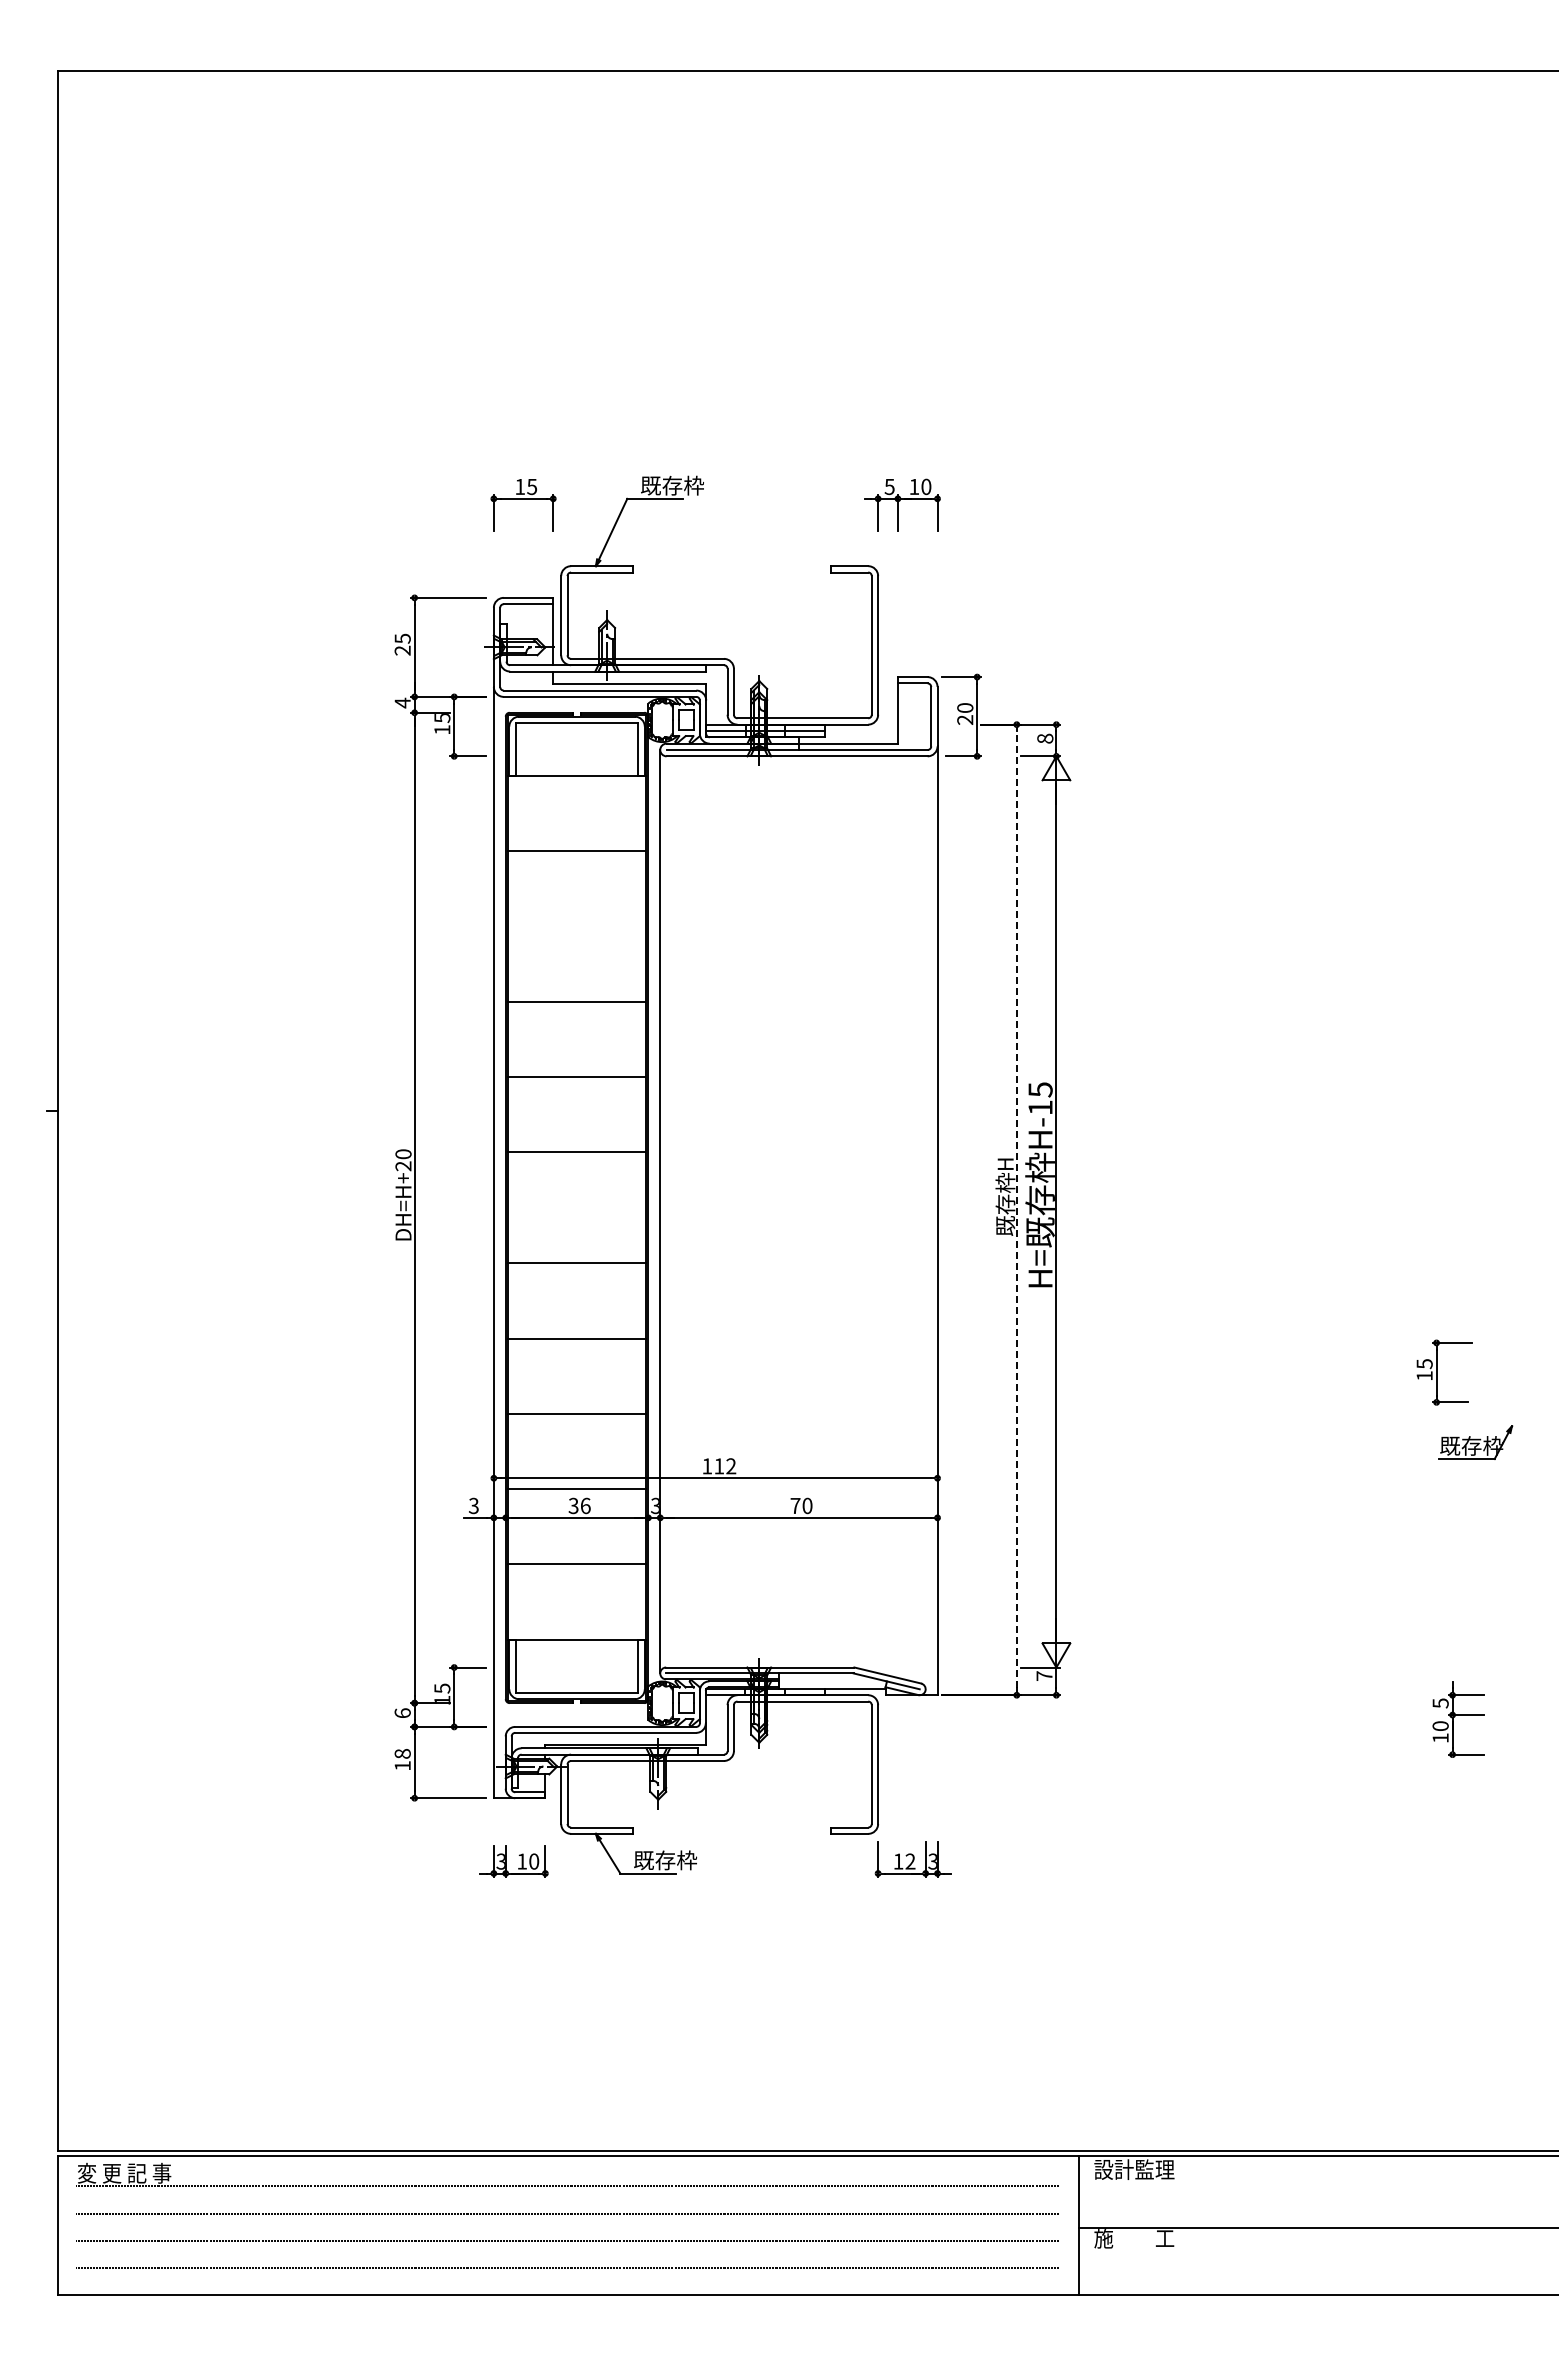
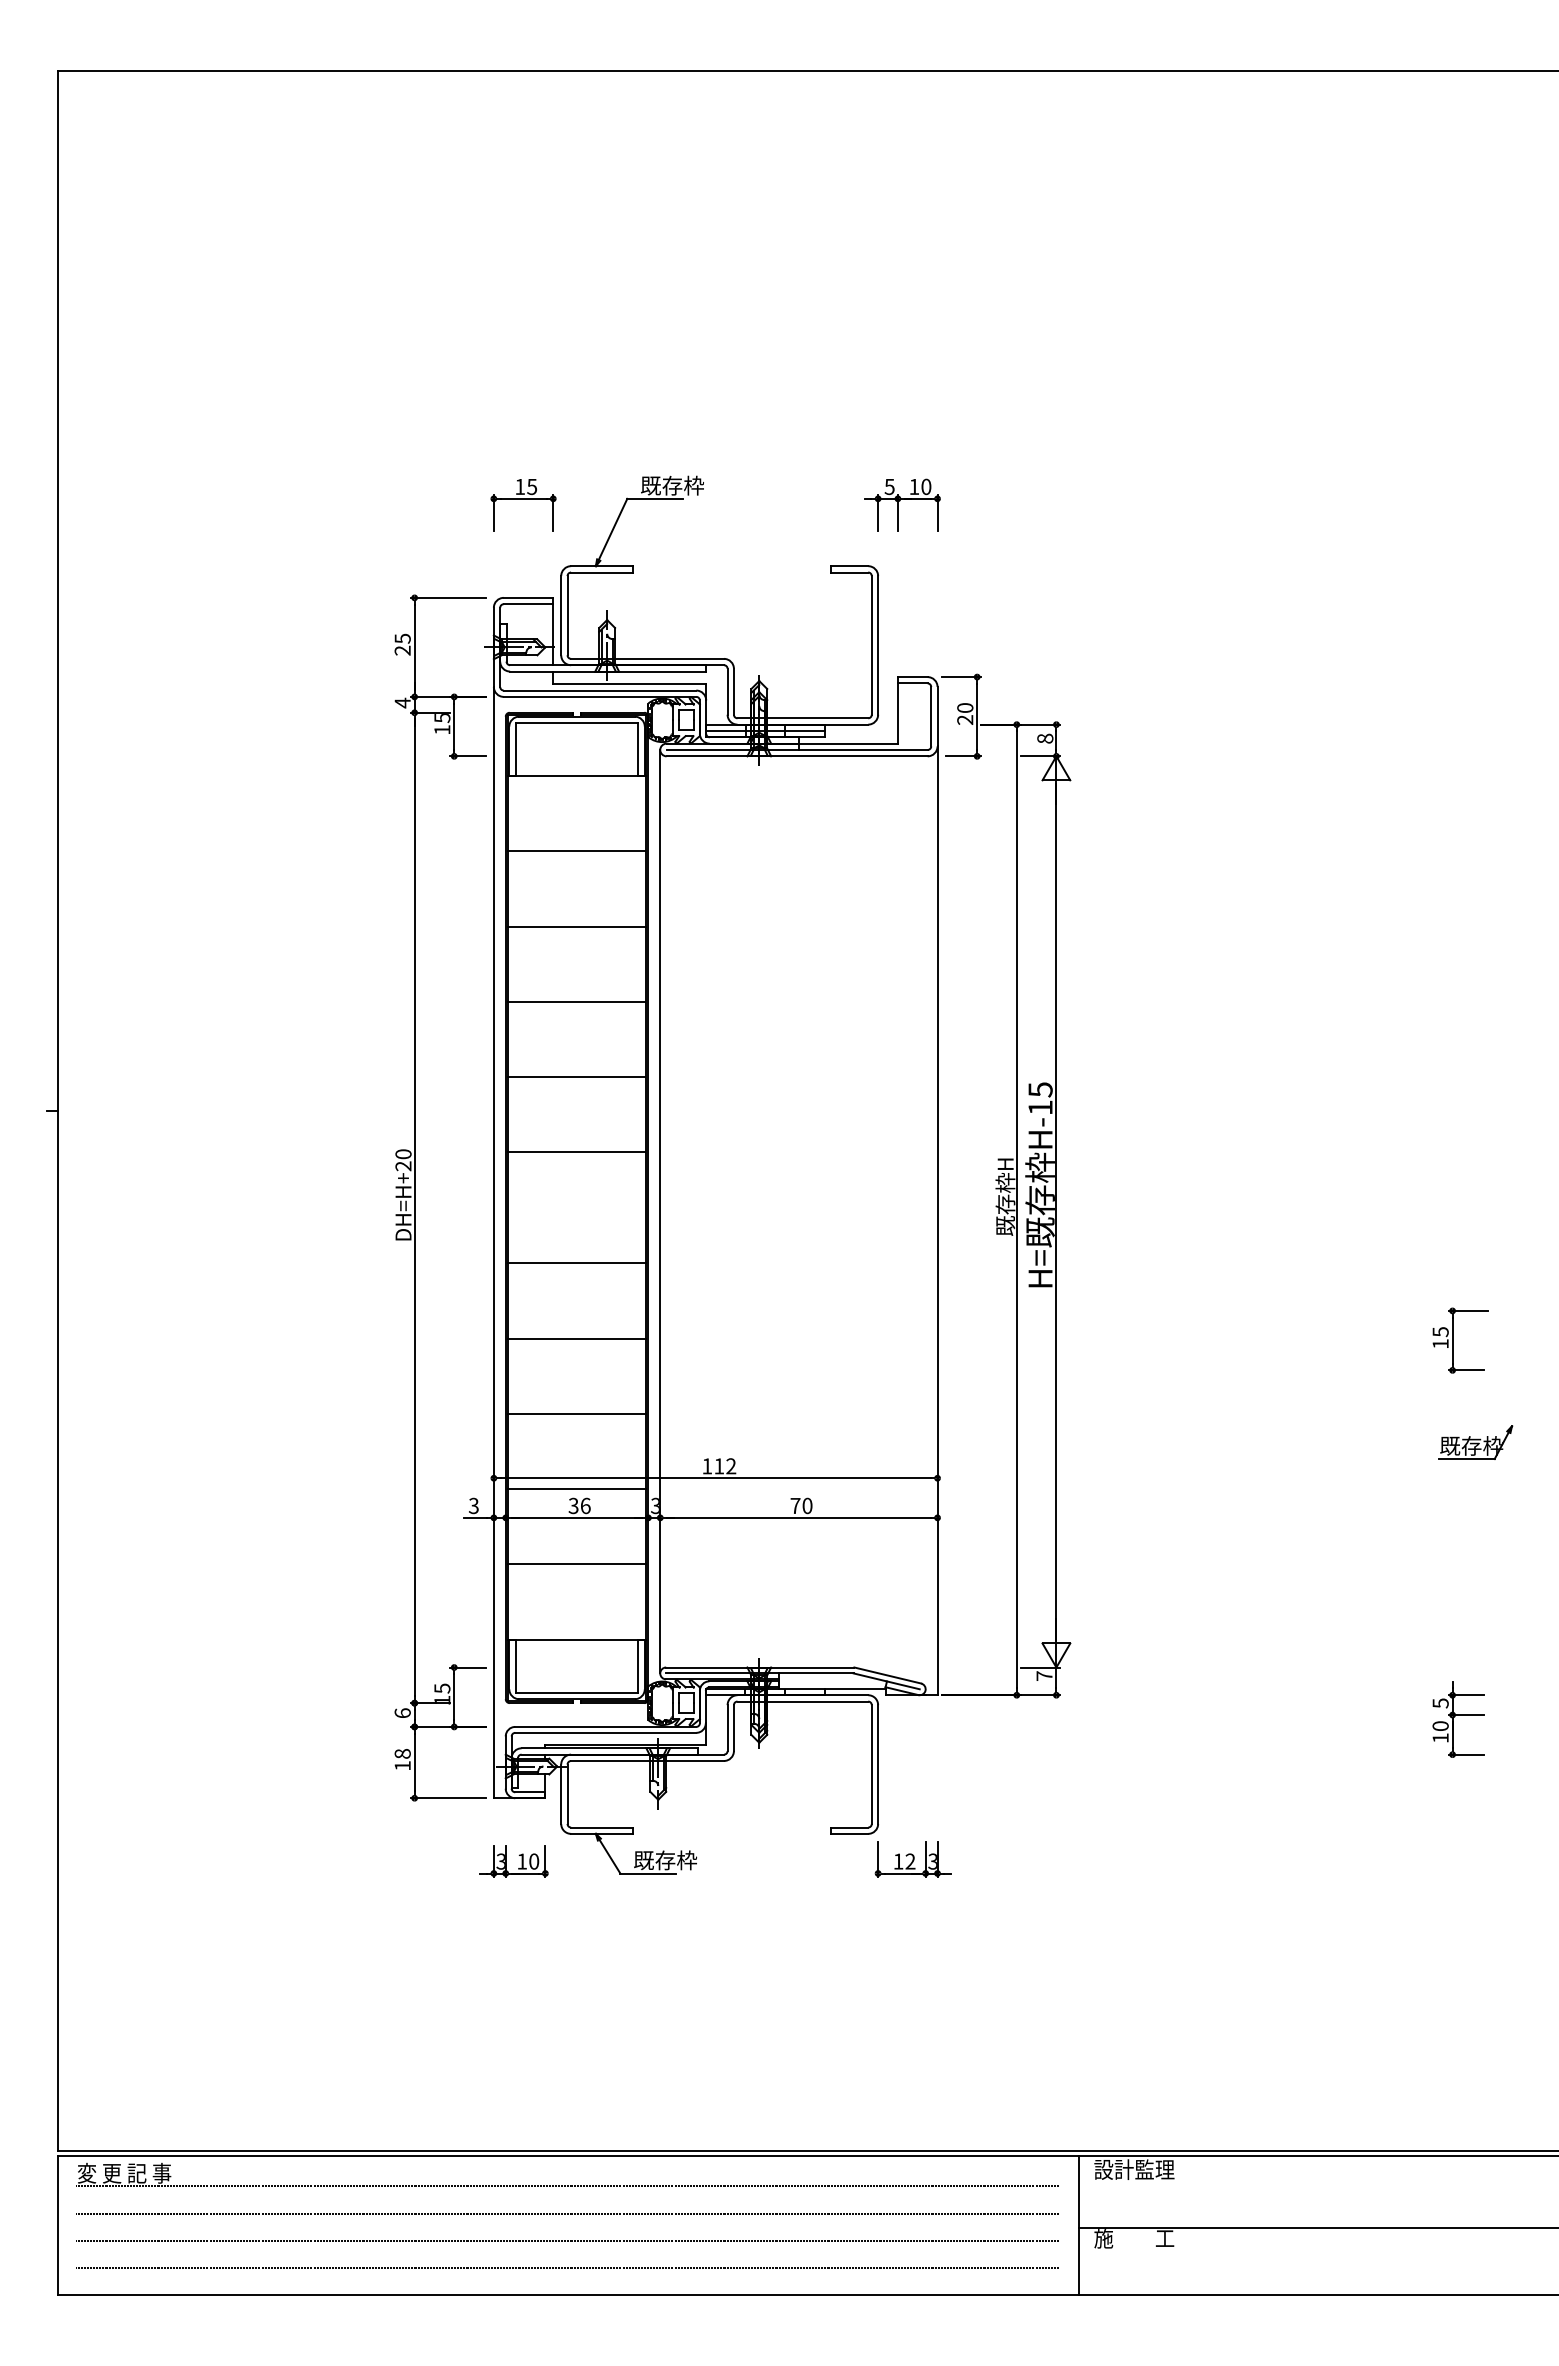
line at (576, 926): none -> present
line at (1016, 1209): dashed -> solid
part at (1437, 1372) position: (1437, 1372) -> (1453, 1340)
